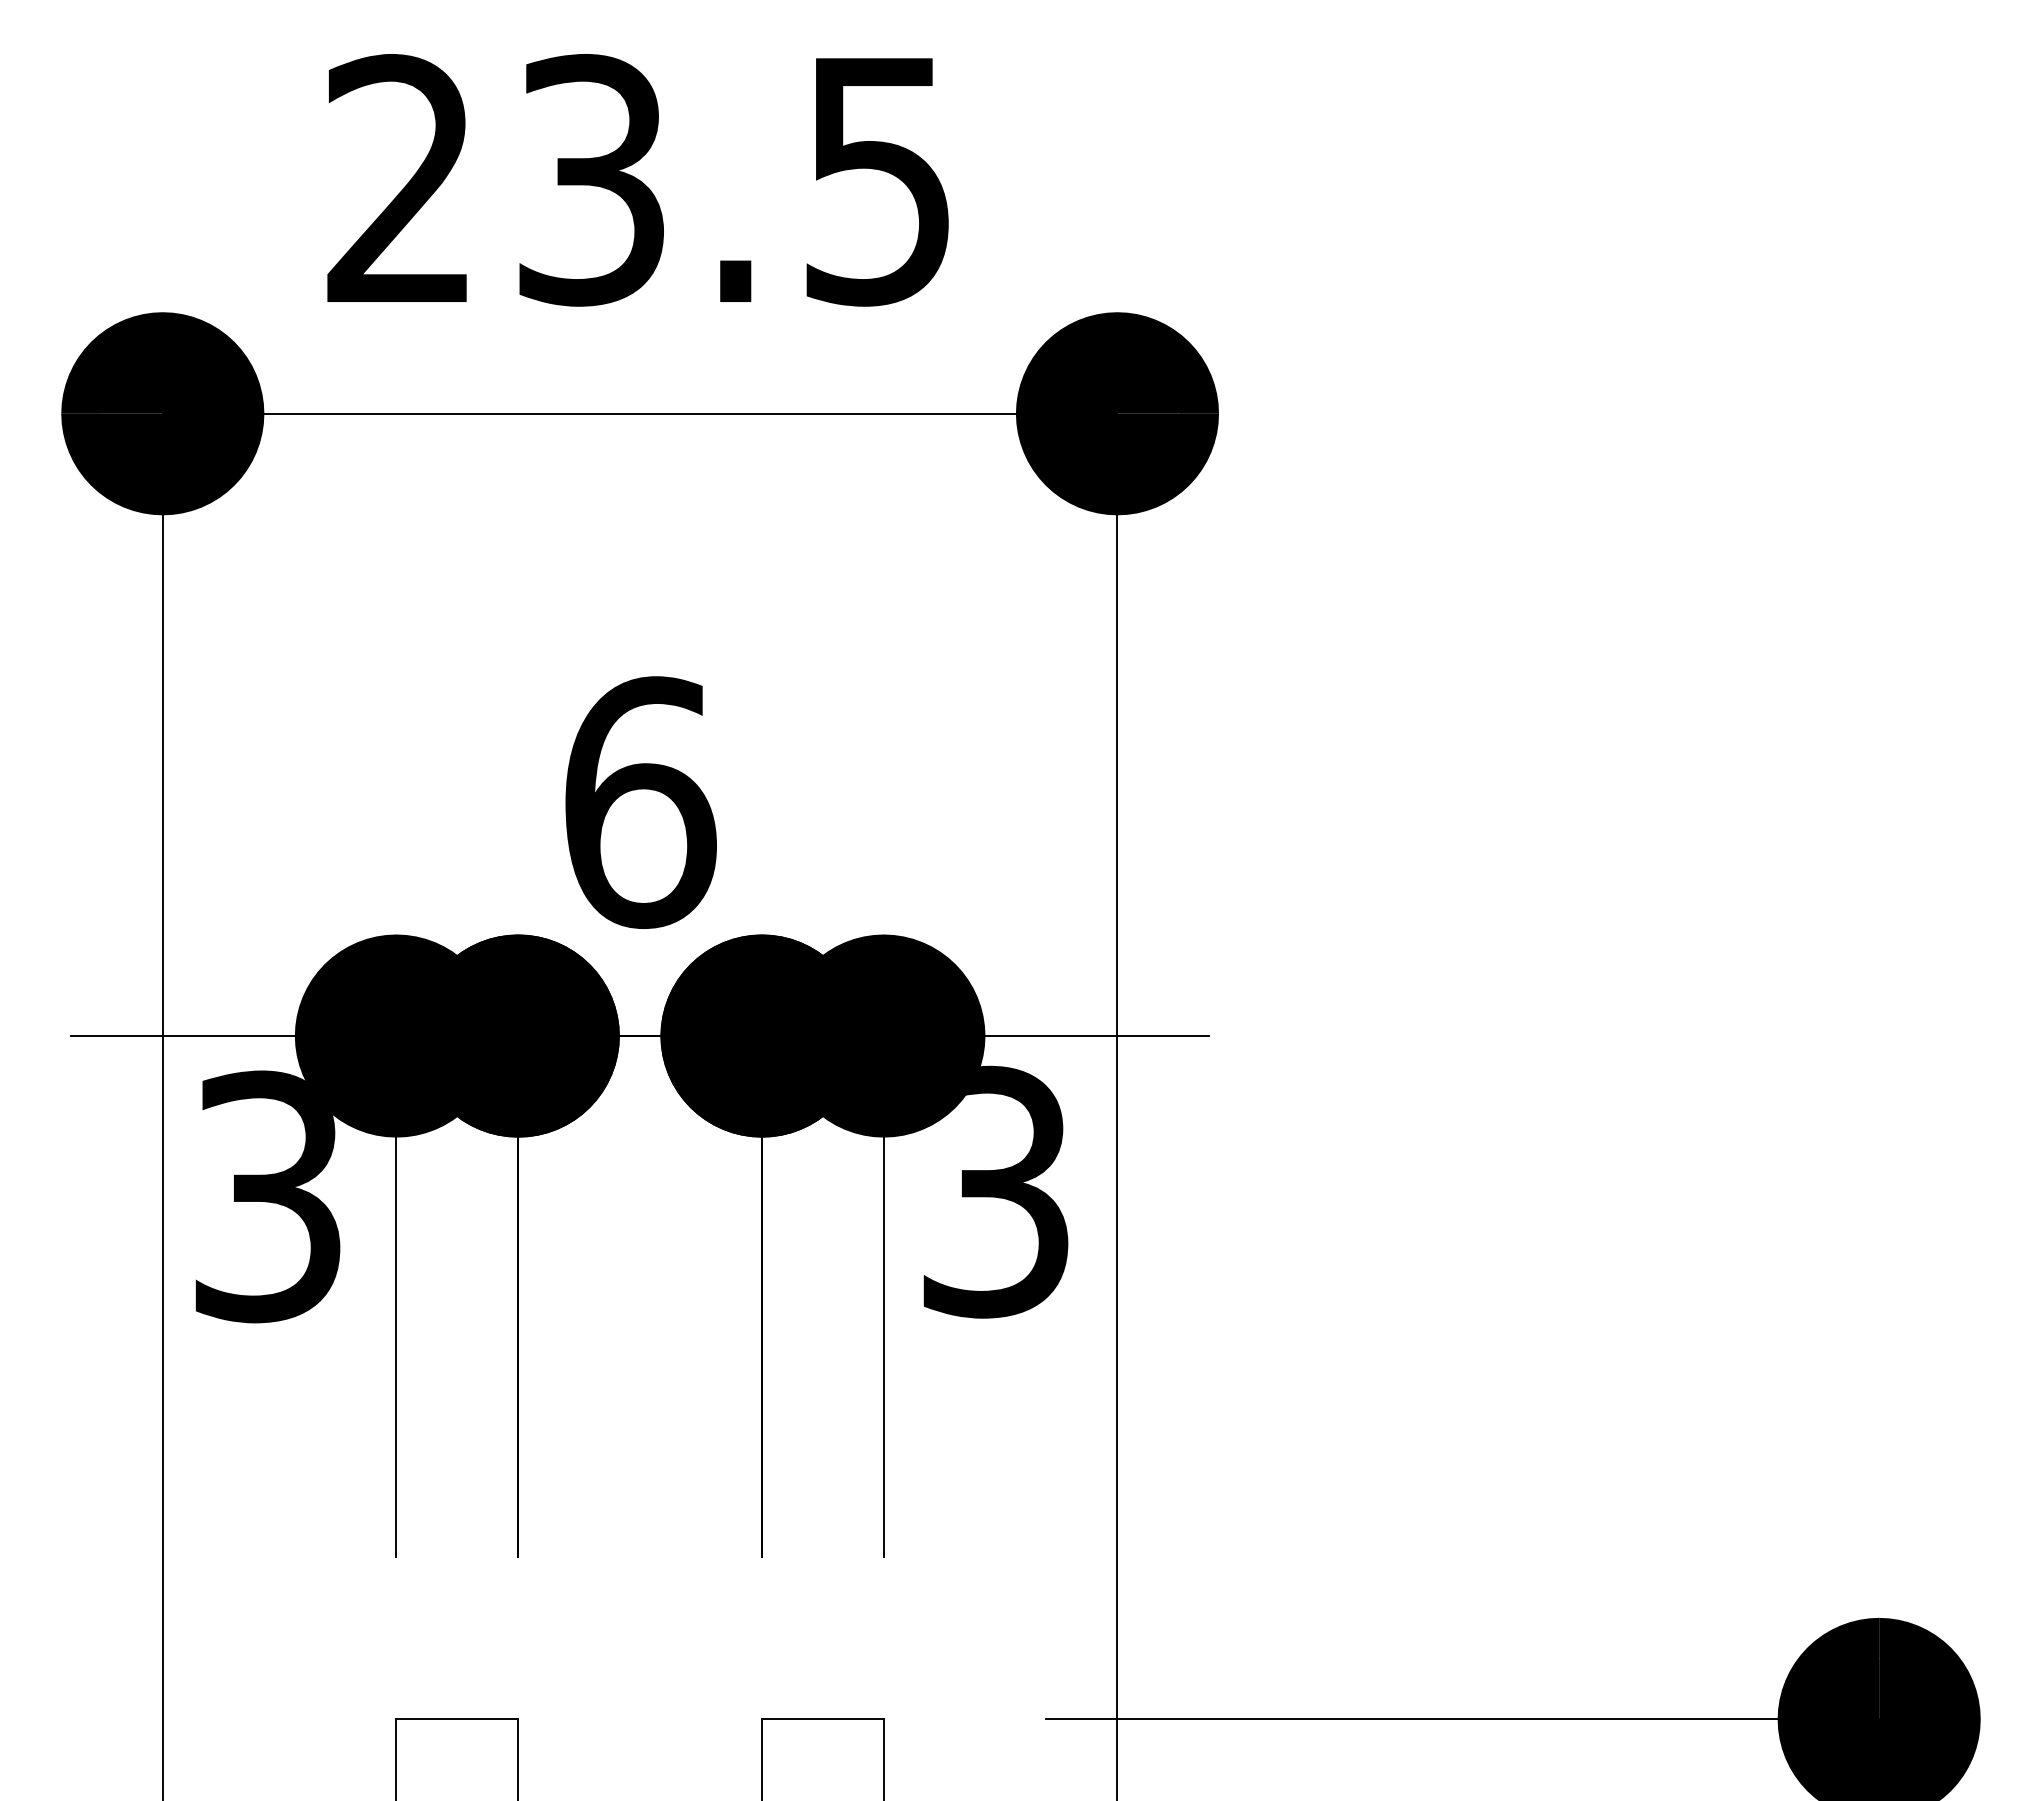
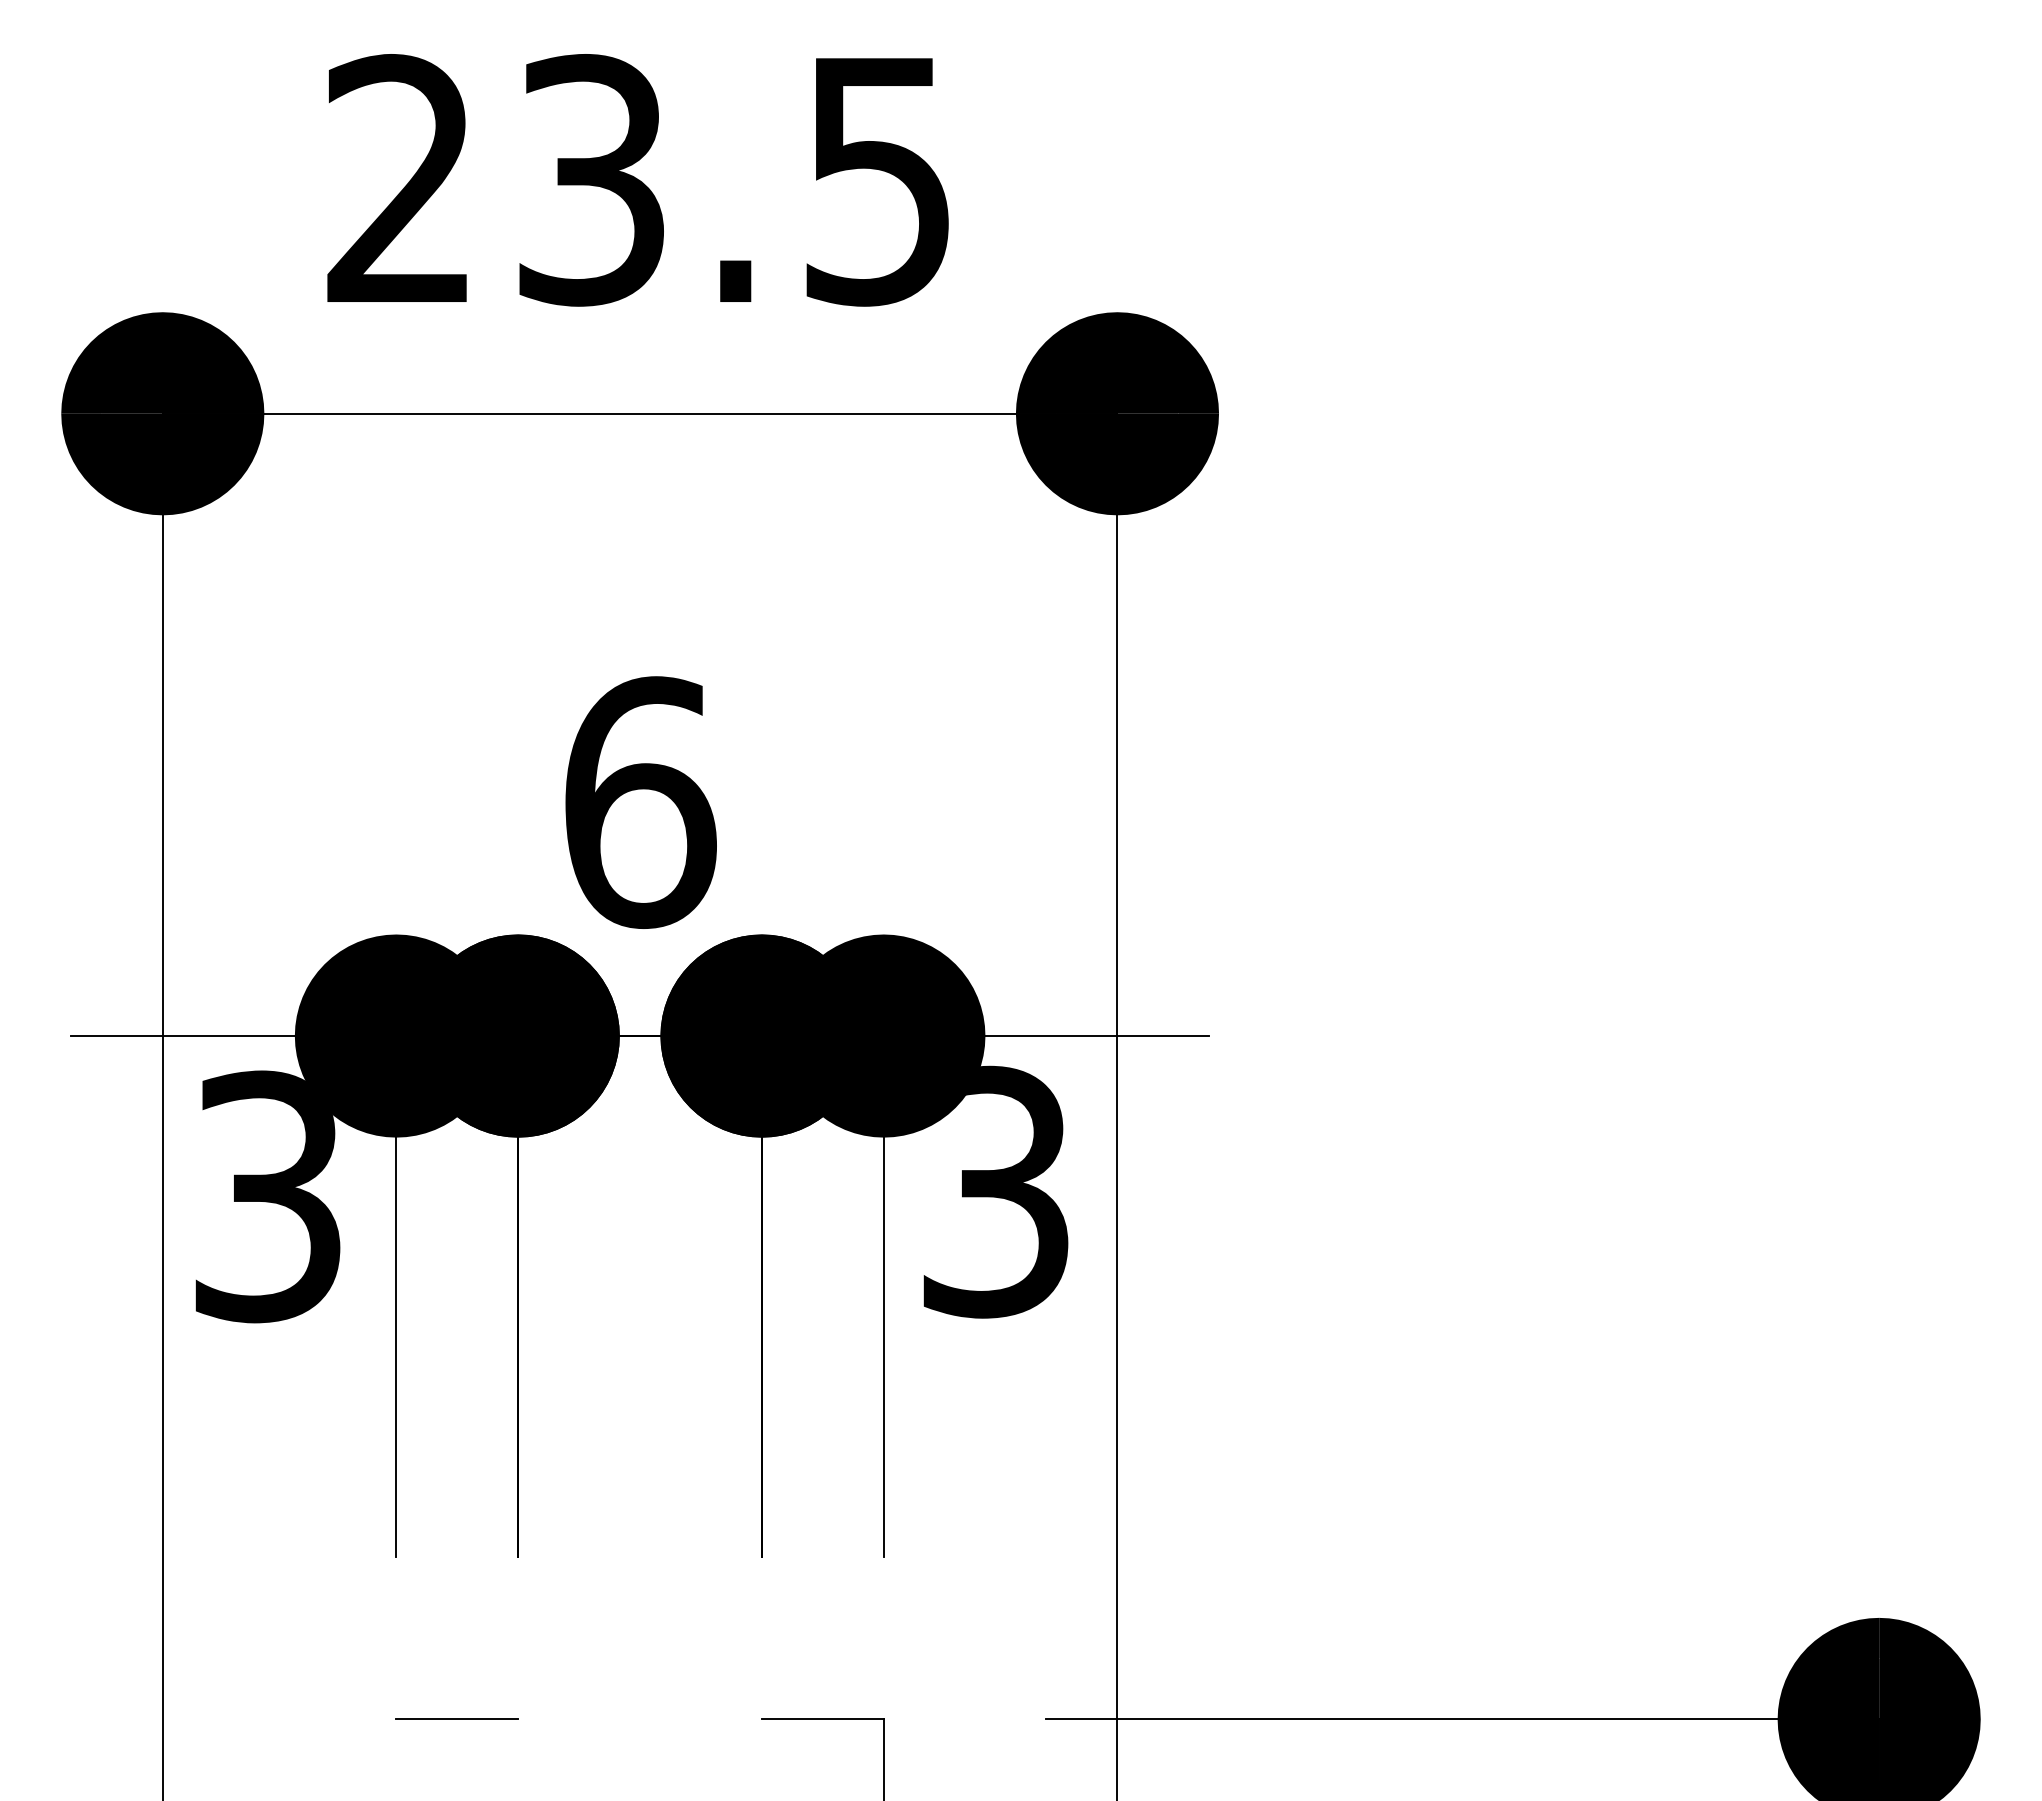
line at (396, 1758): present -> none
line at (518, 1758): present -> none
line at (762, 1758): present -> none
